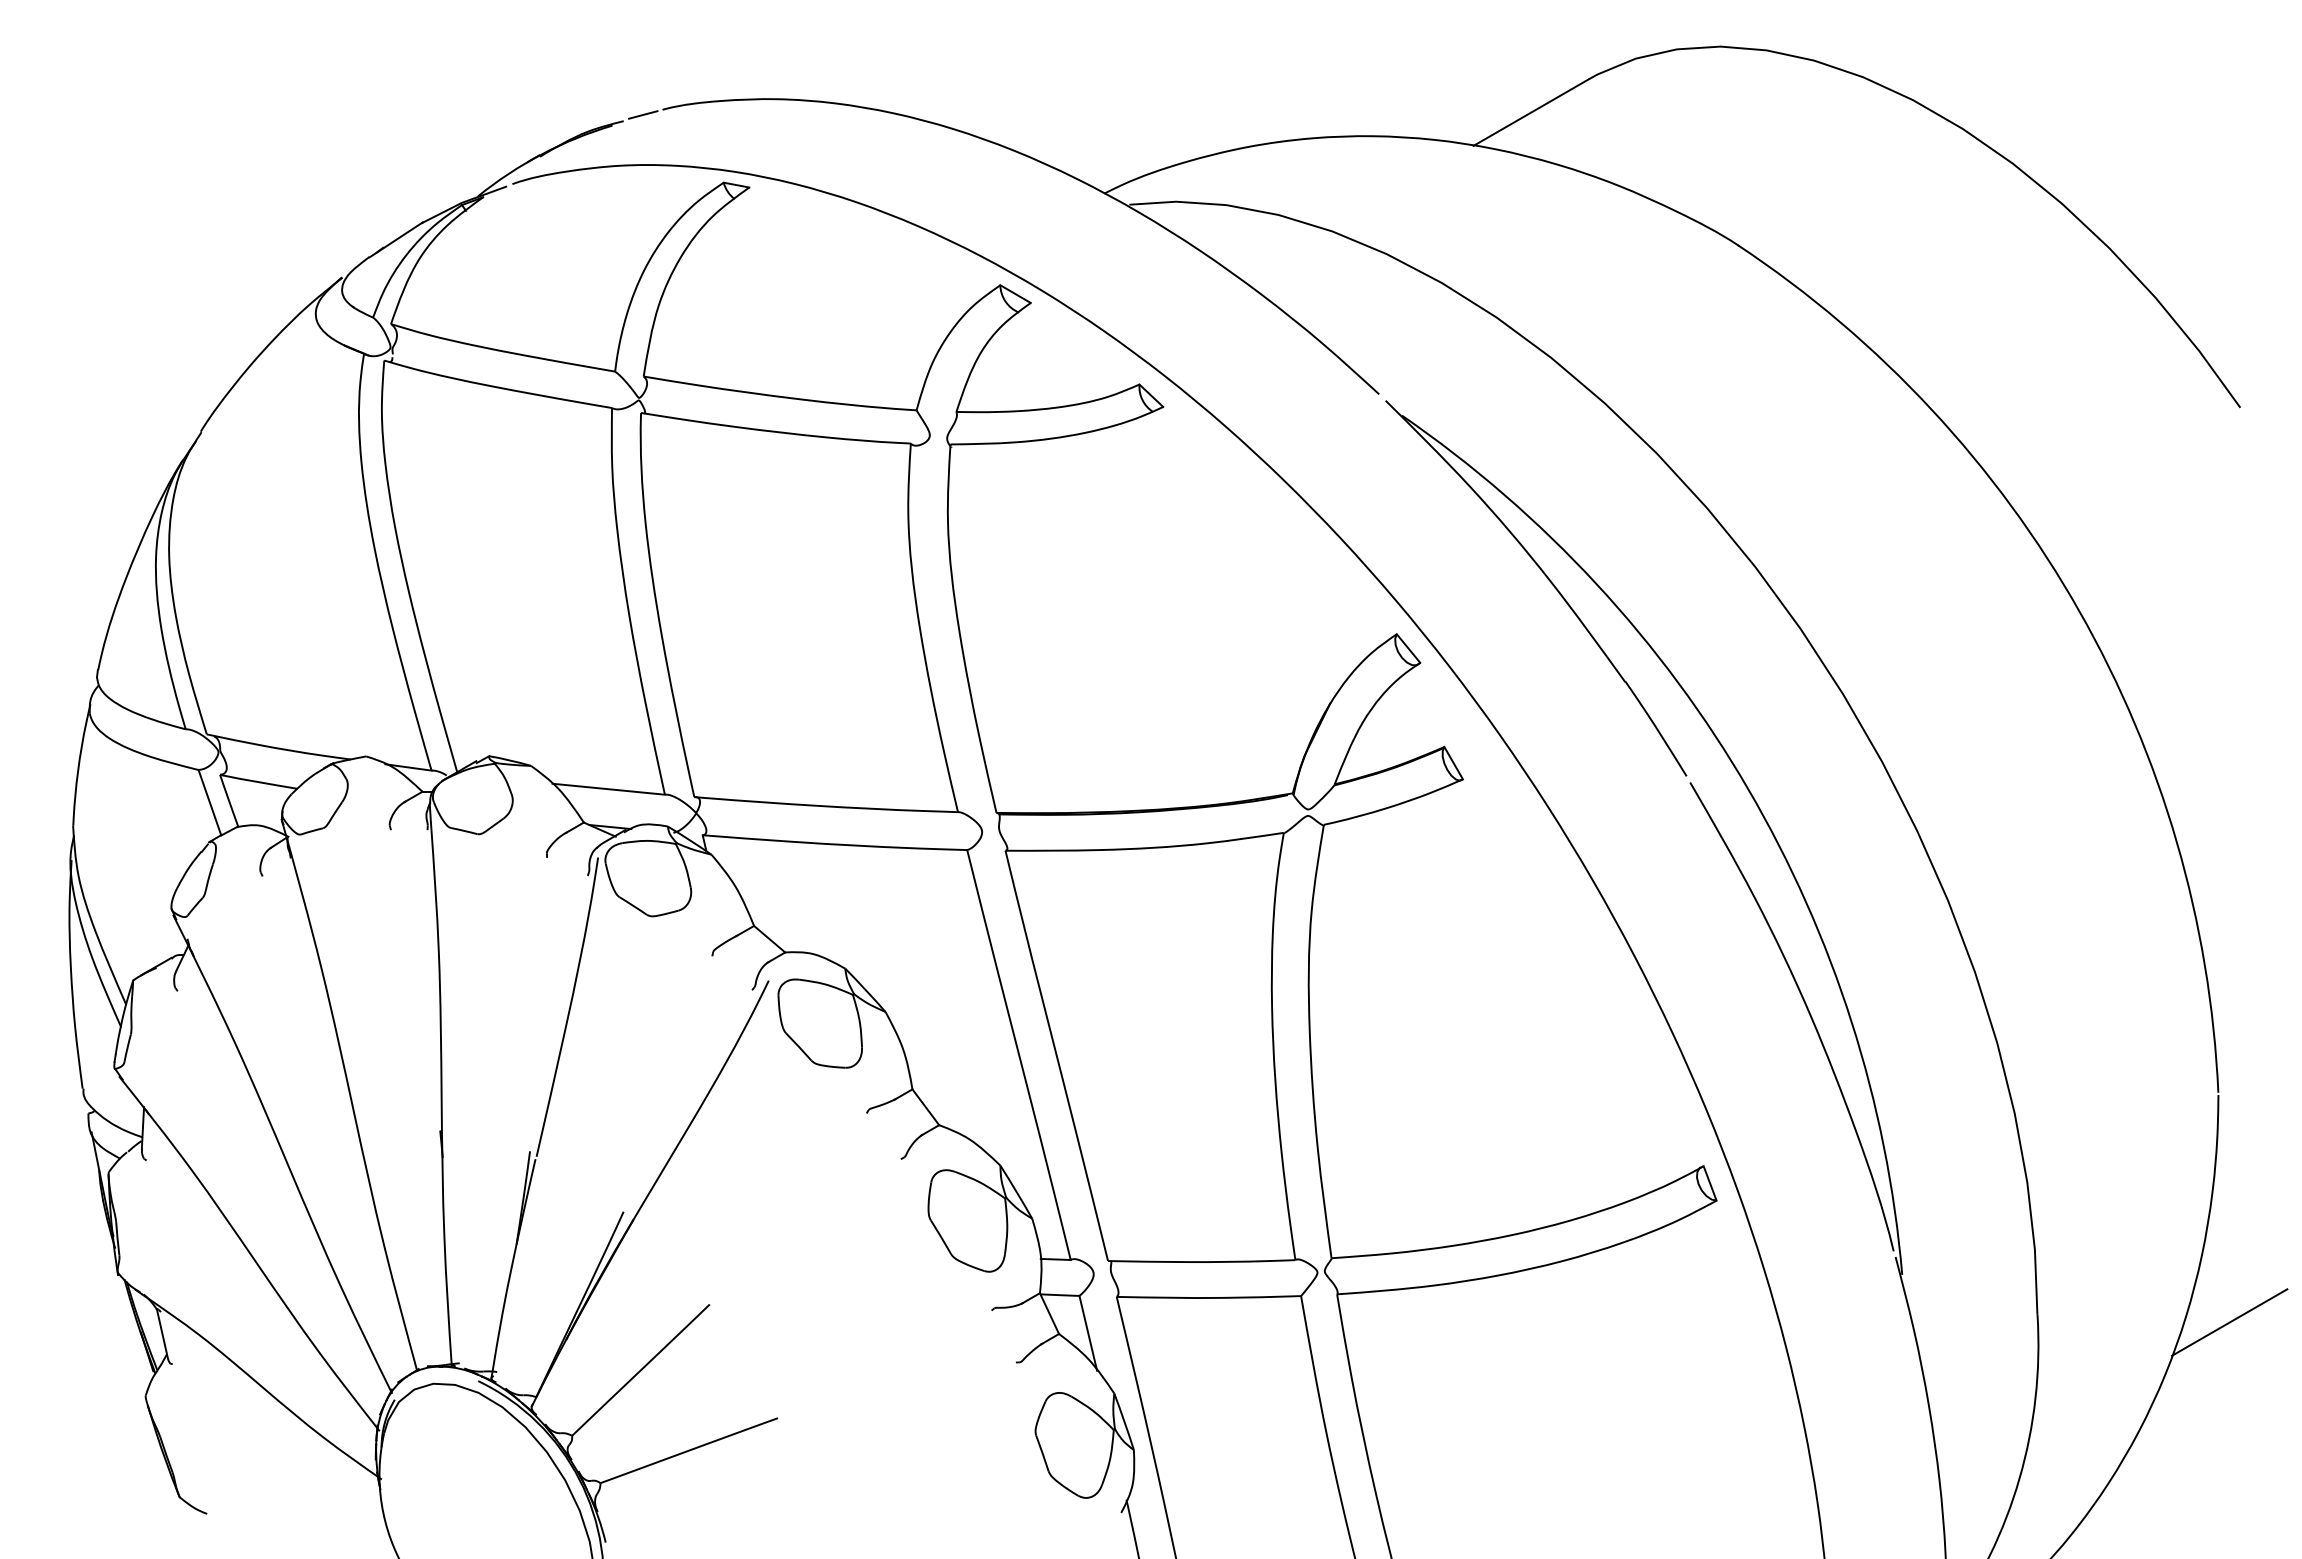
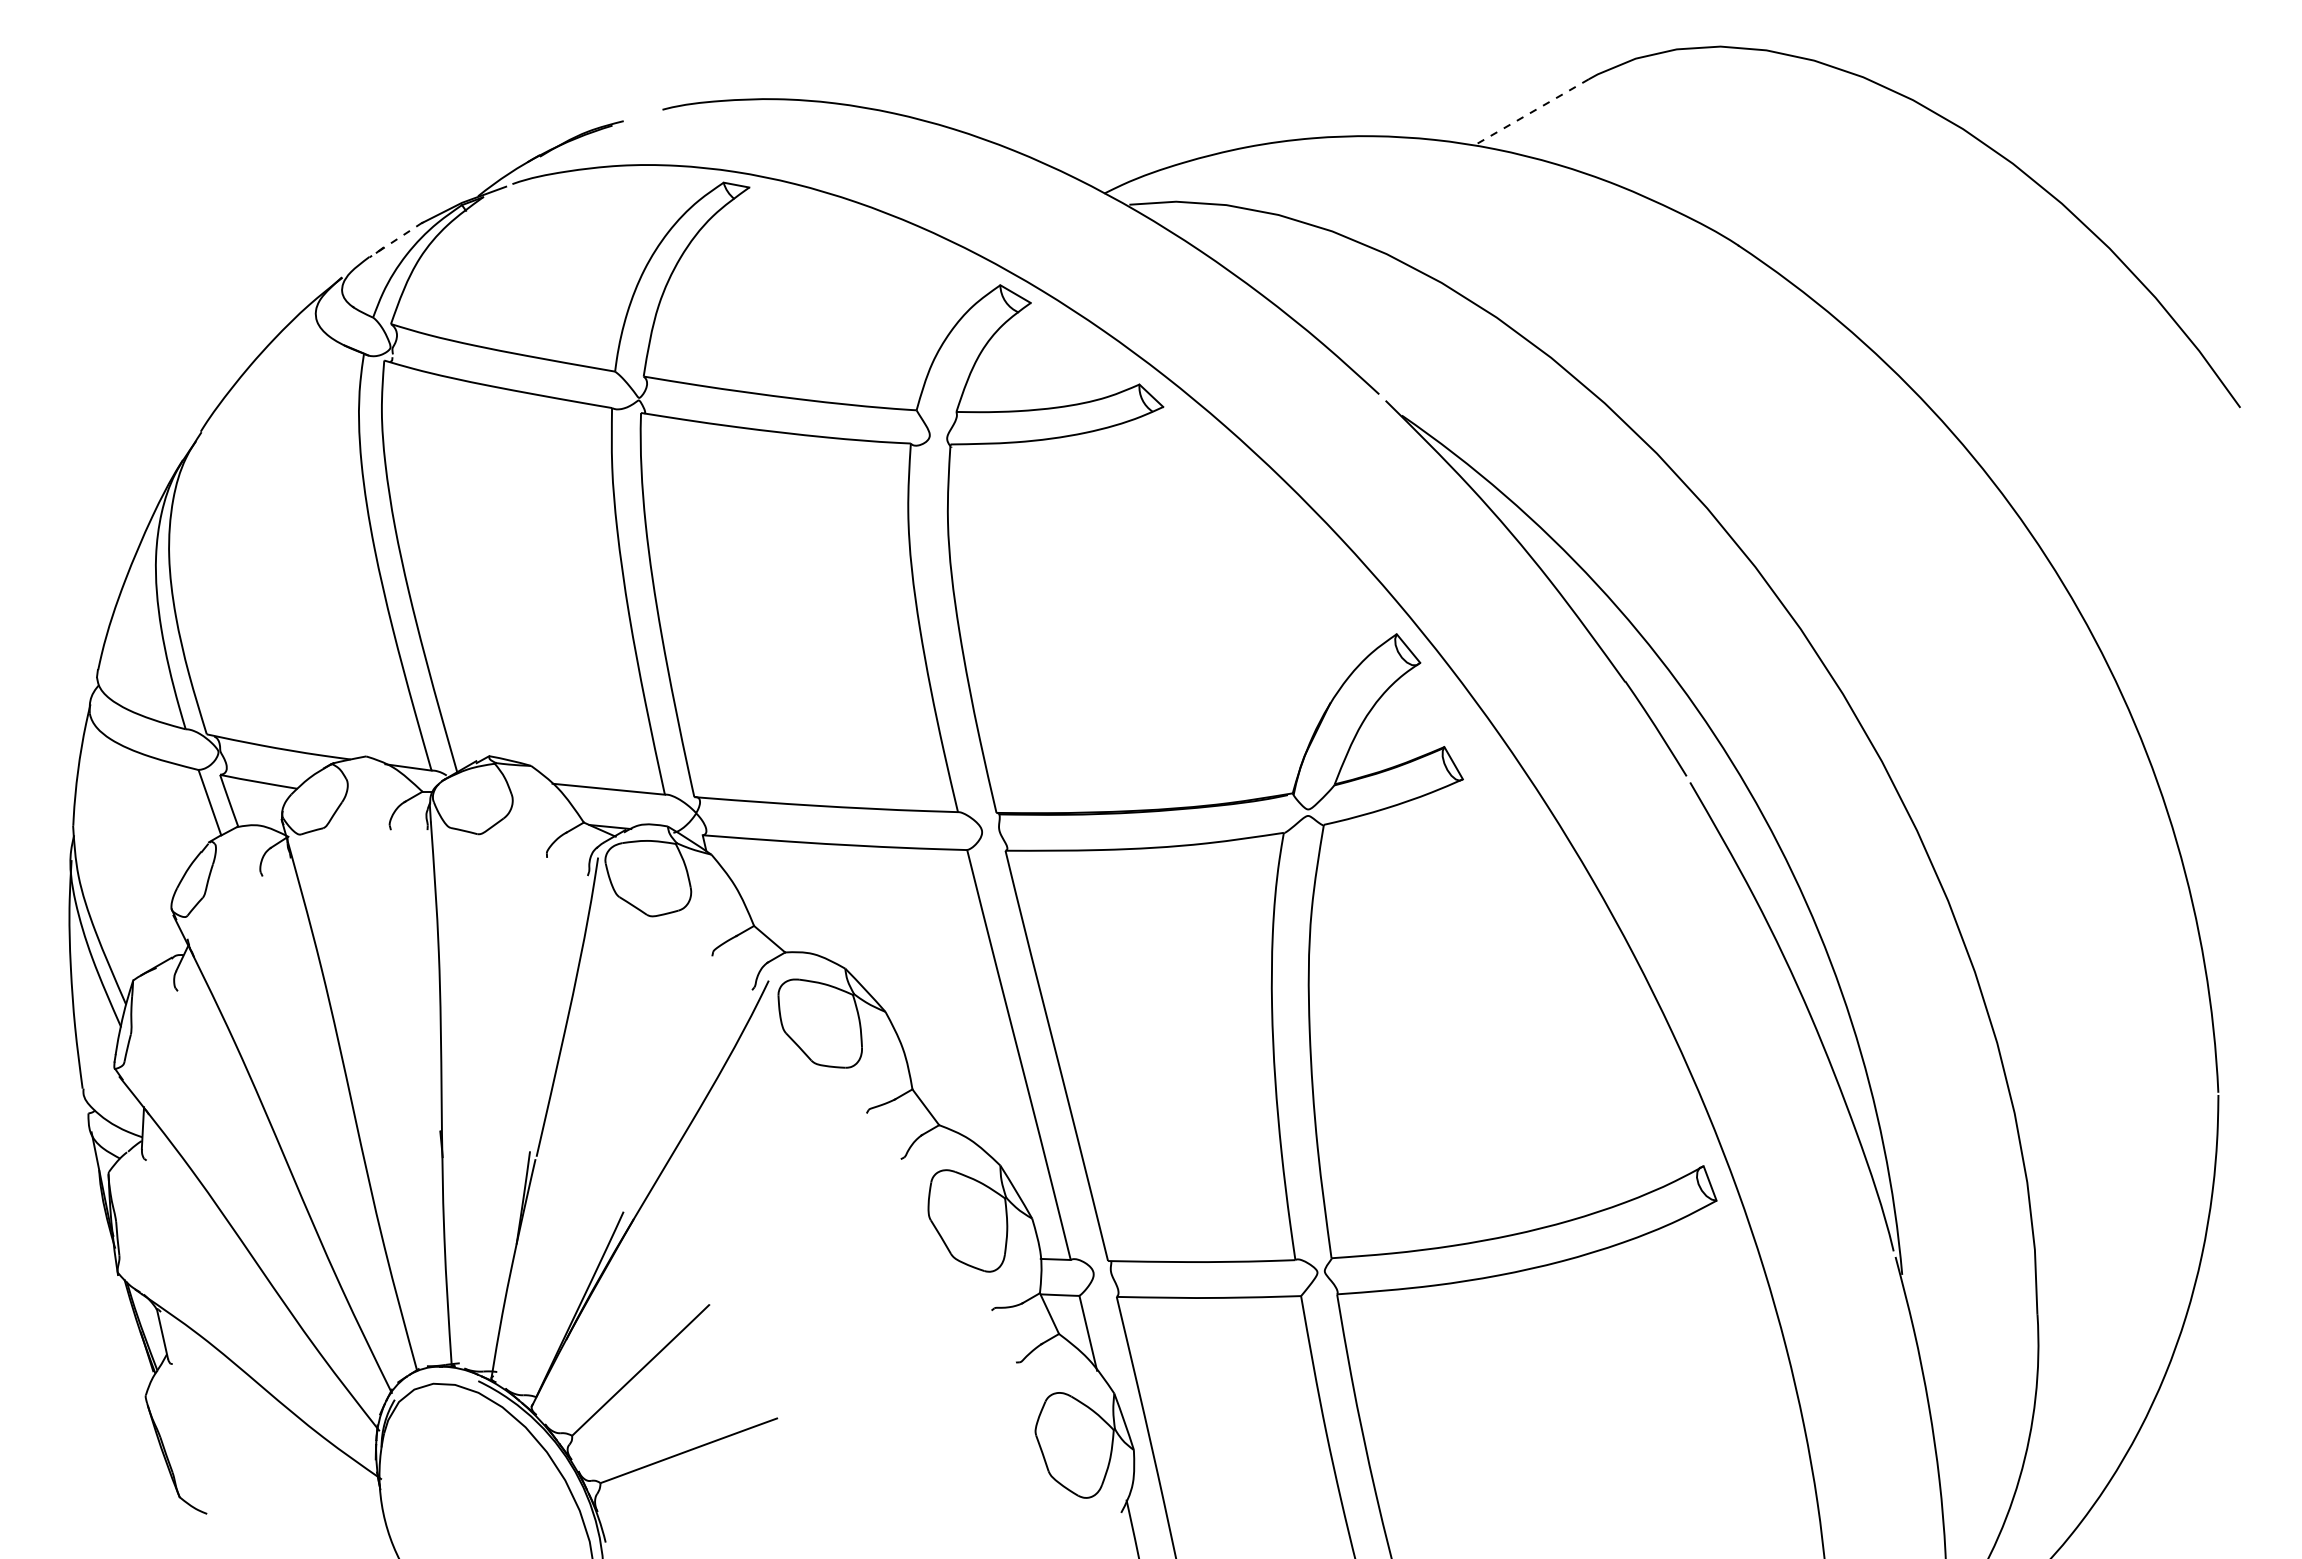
line at (1531, 112): solid -> dashed
line at (643, 114): present -> none
line at (396, 239): solid -> dashed
line at (2229, 1322): present -> none
